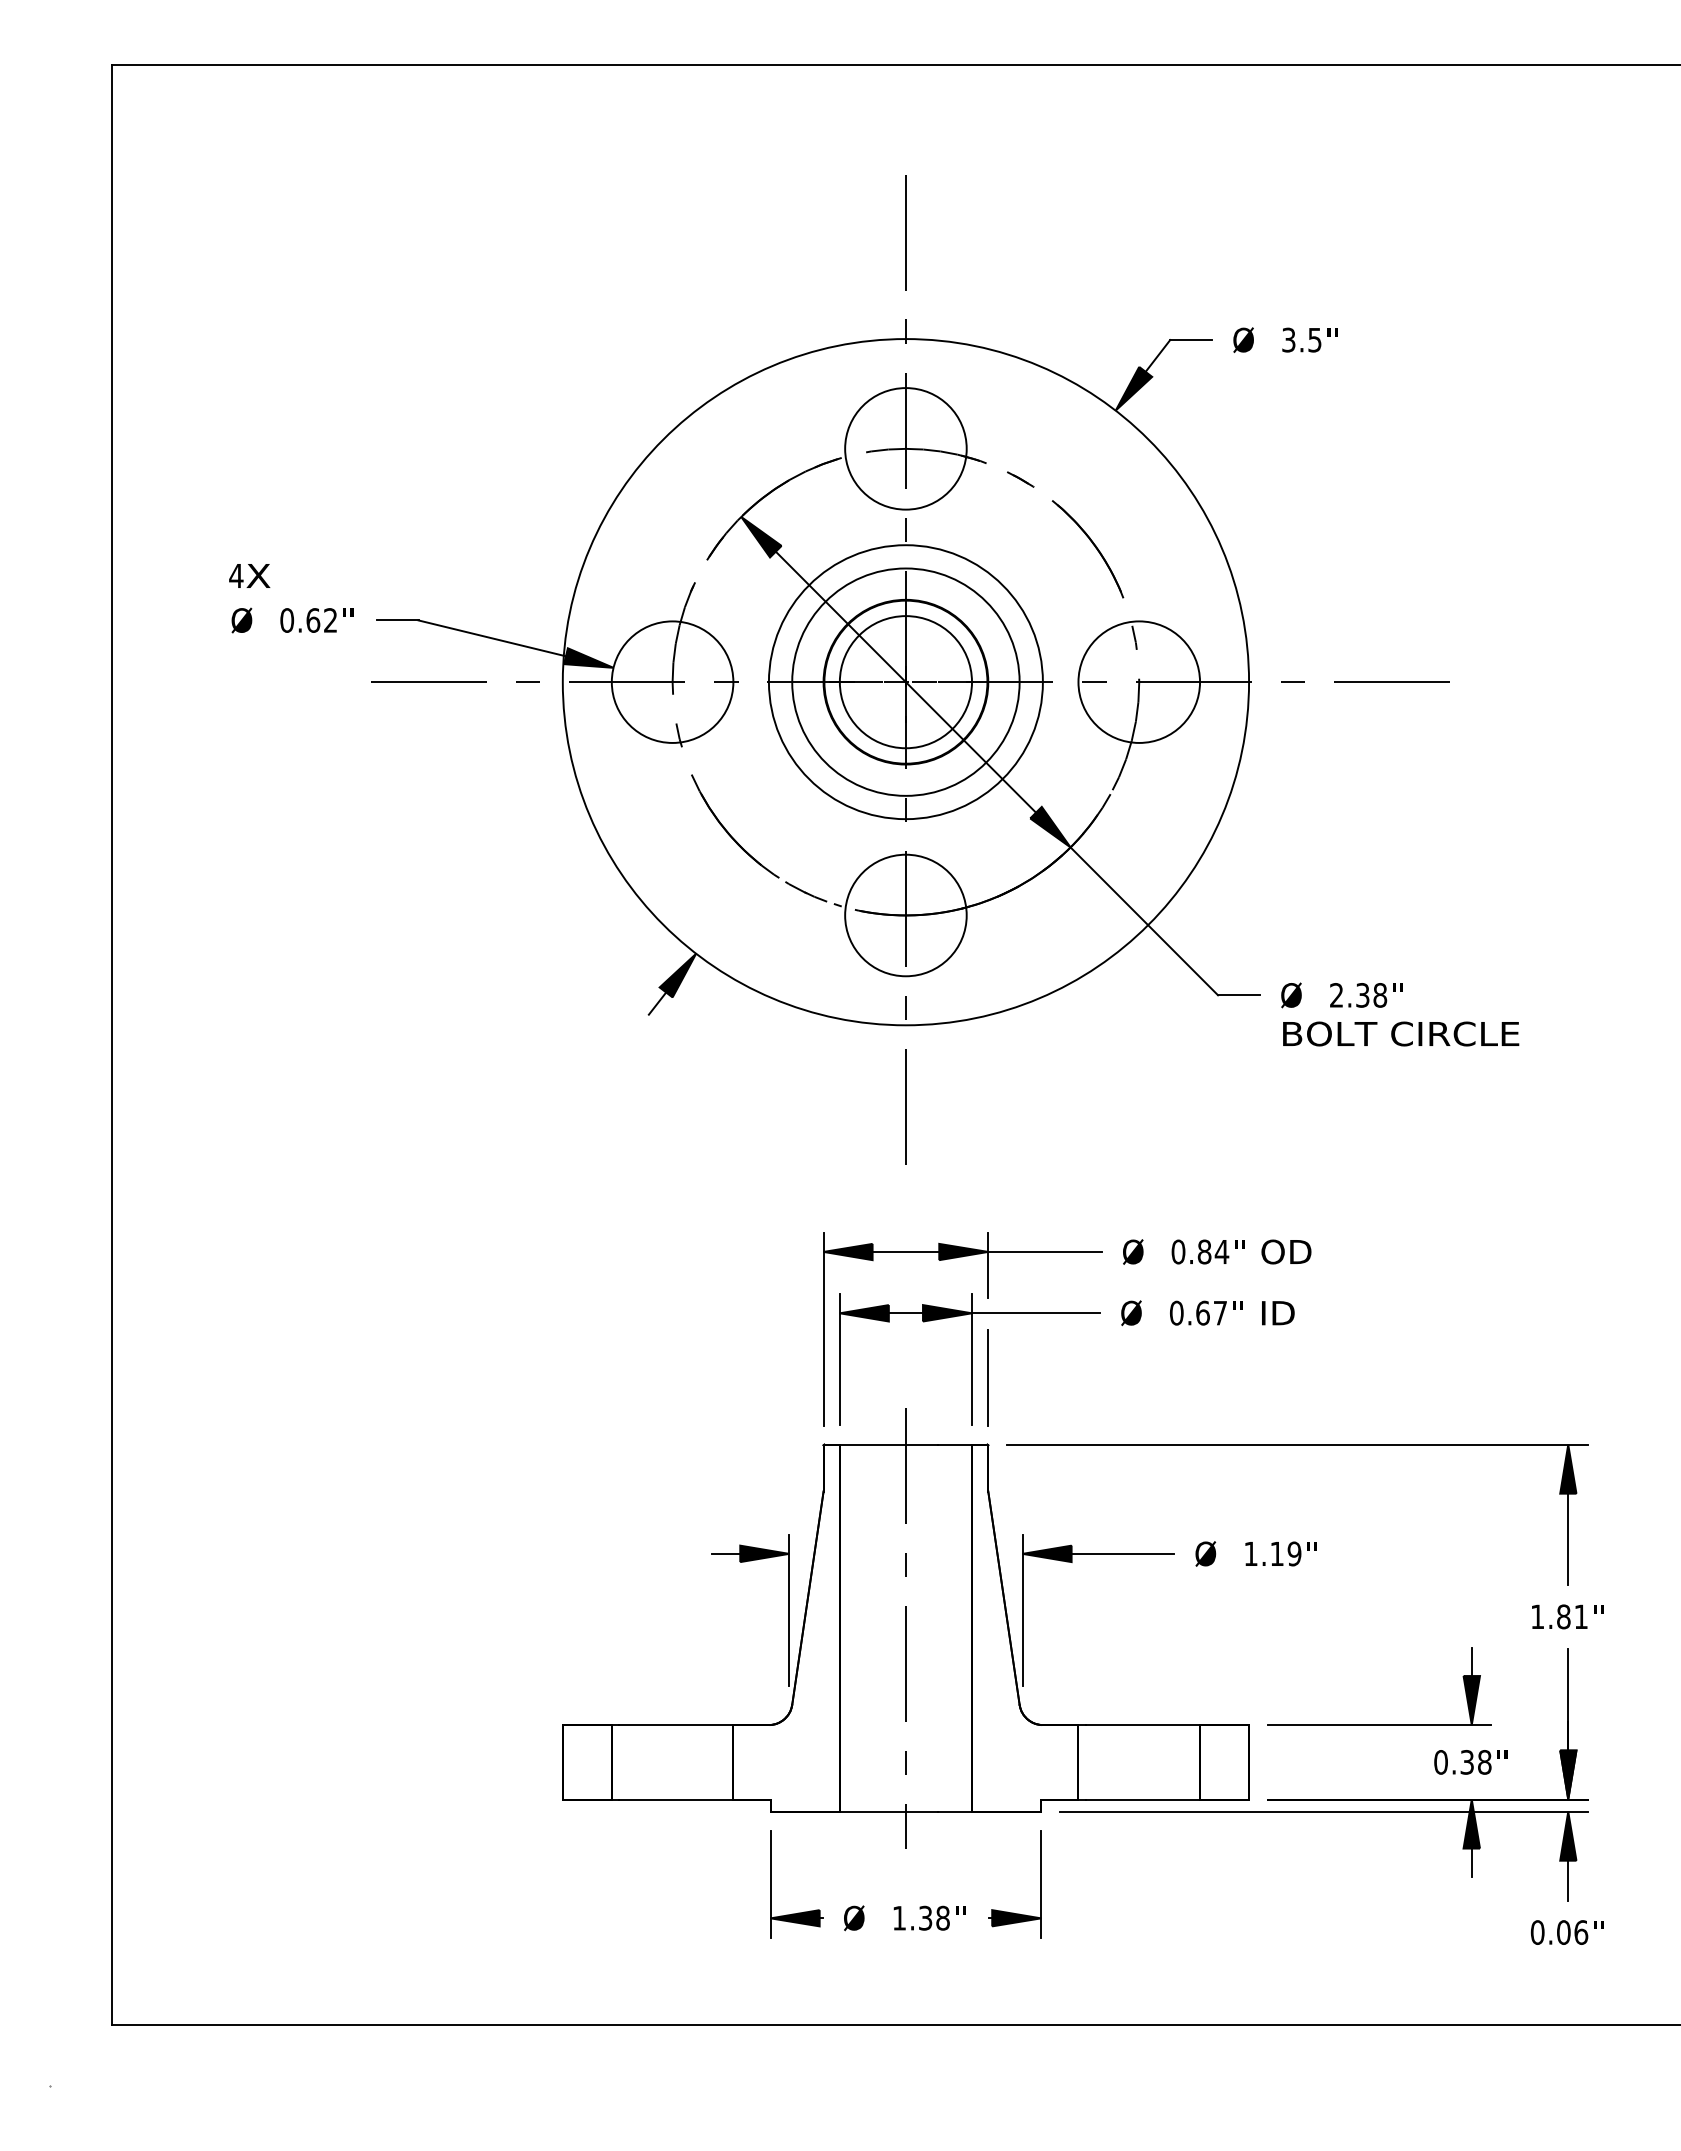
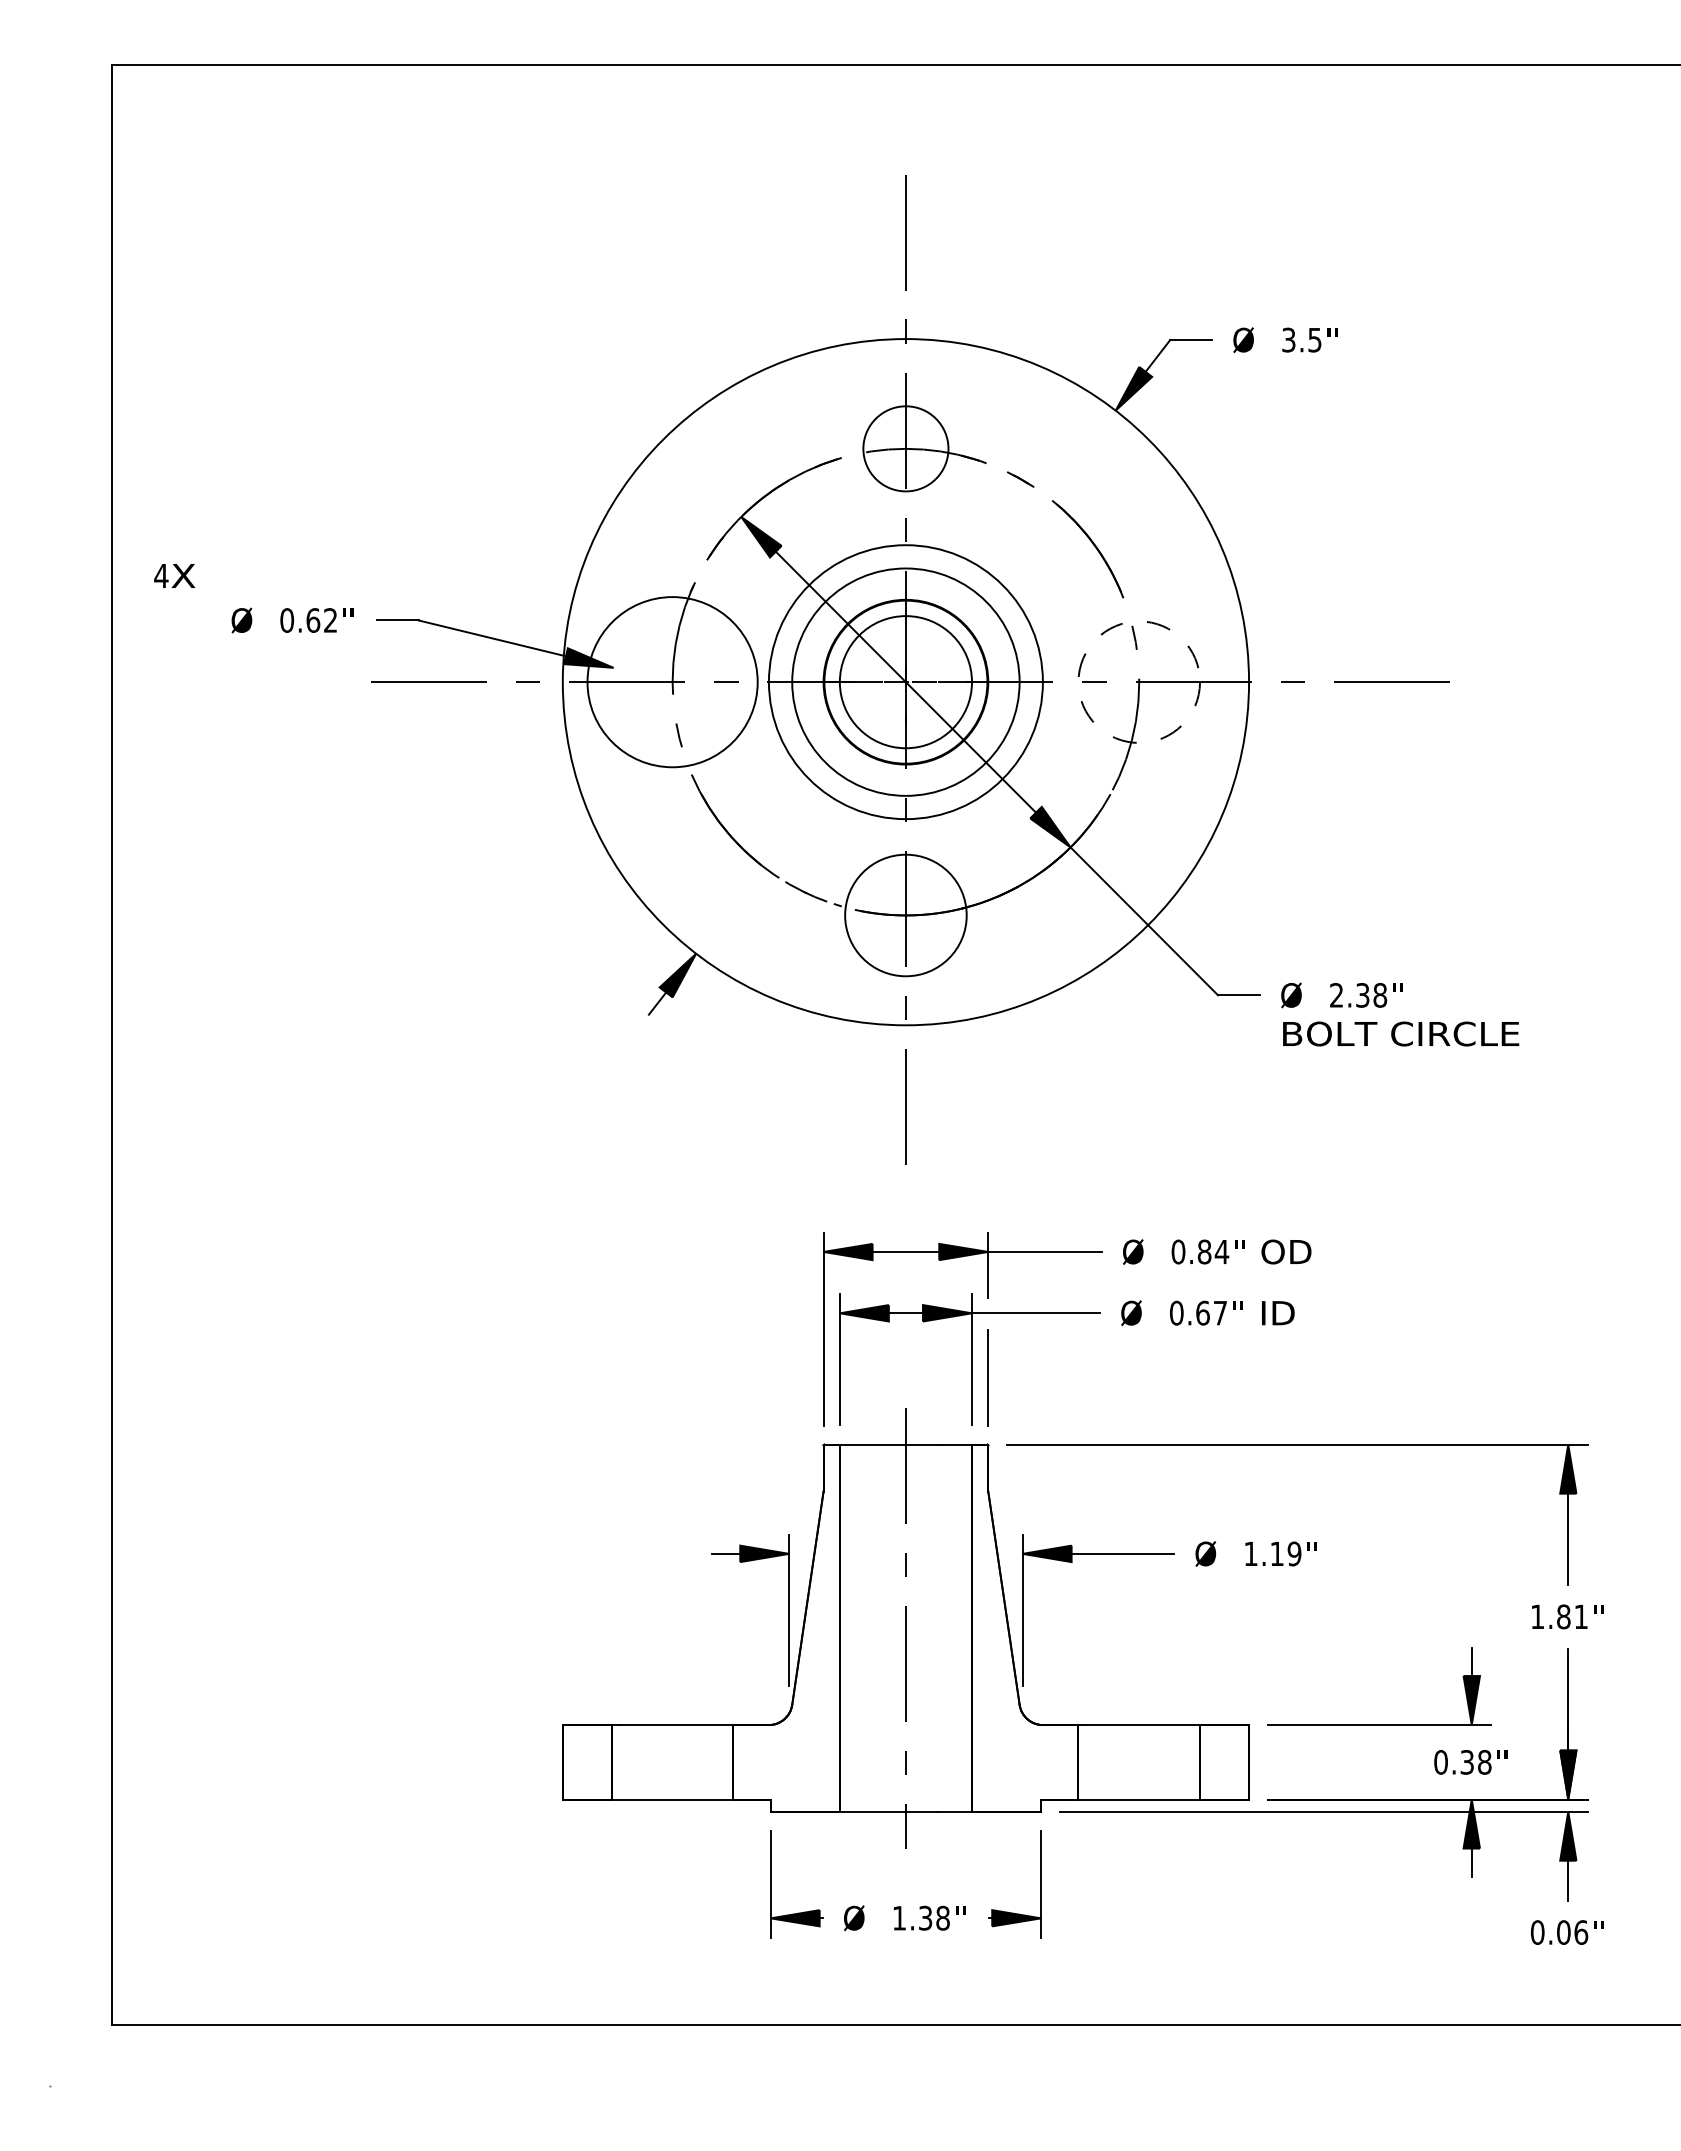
circle at (905, 448) diameter: 122 px -> 85 px
text at (249, 575) position: (249, 575) -> (174, 575)
circle at (672, 681) diameter: 122 px -> 170 px
circle at (1139, 681): solid -> dashed
